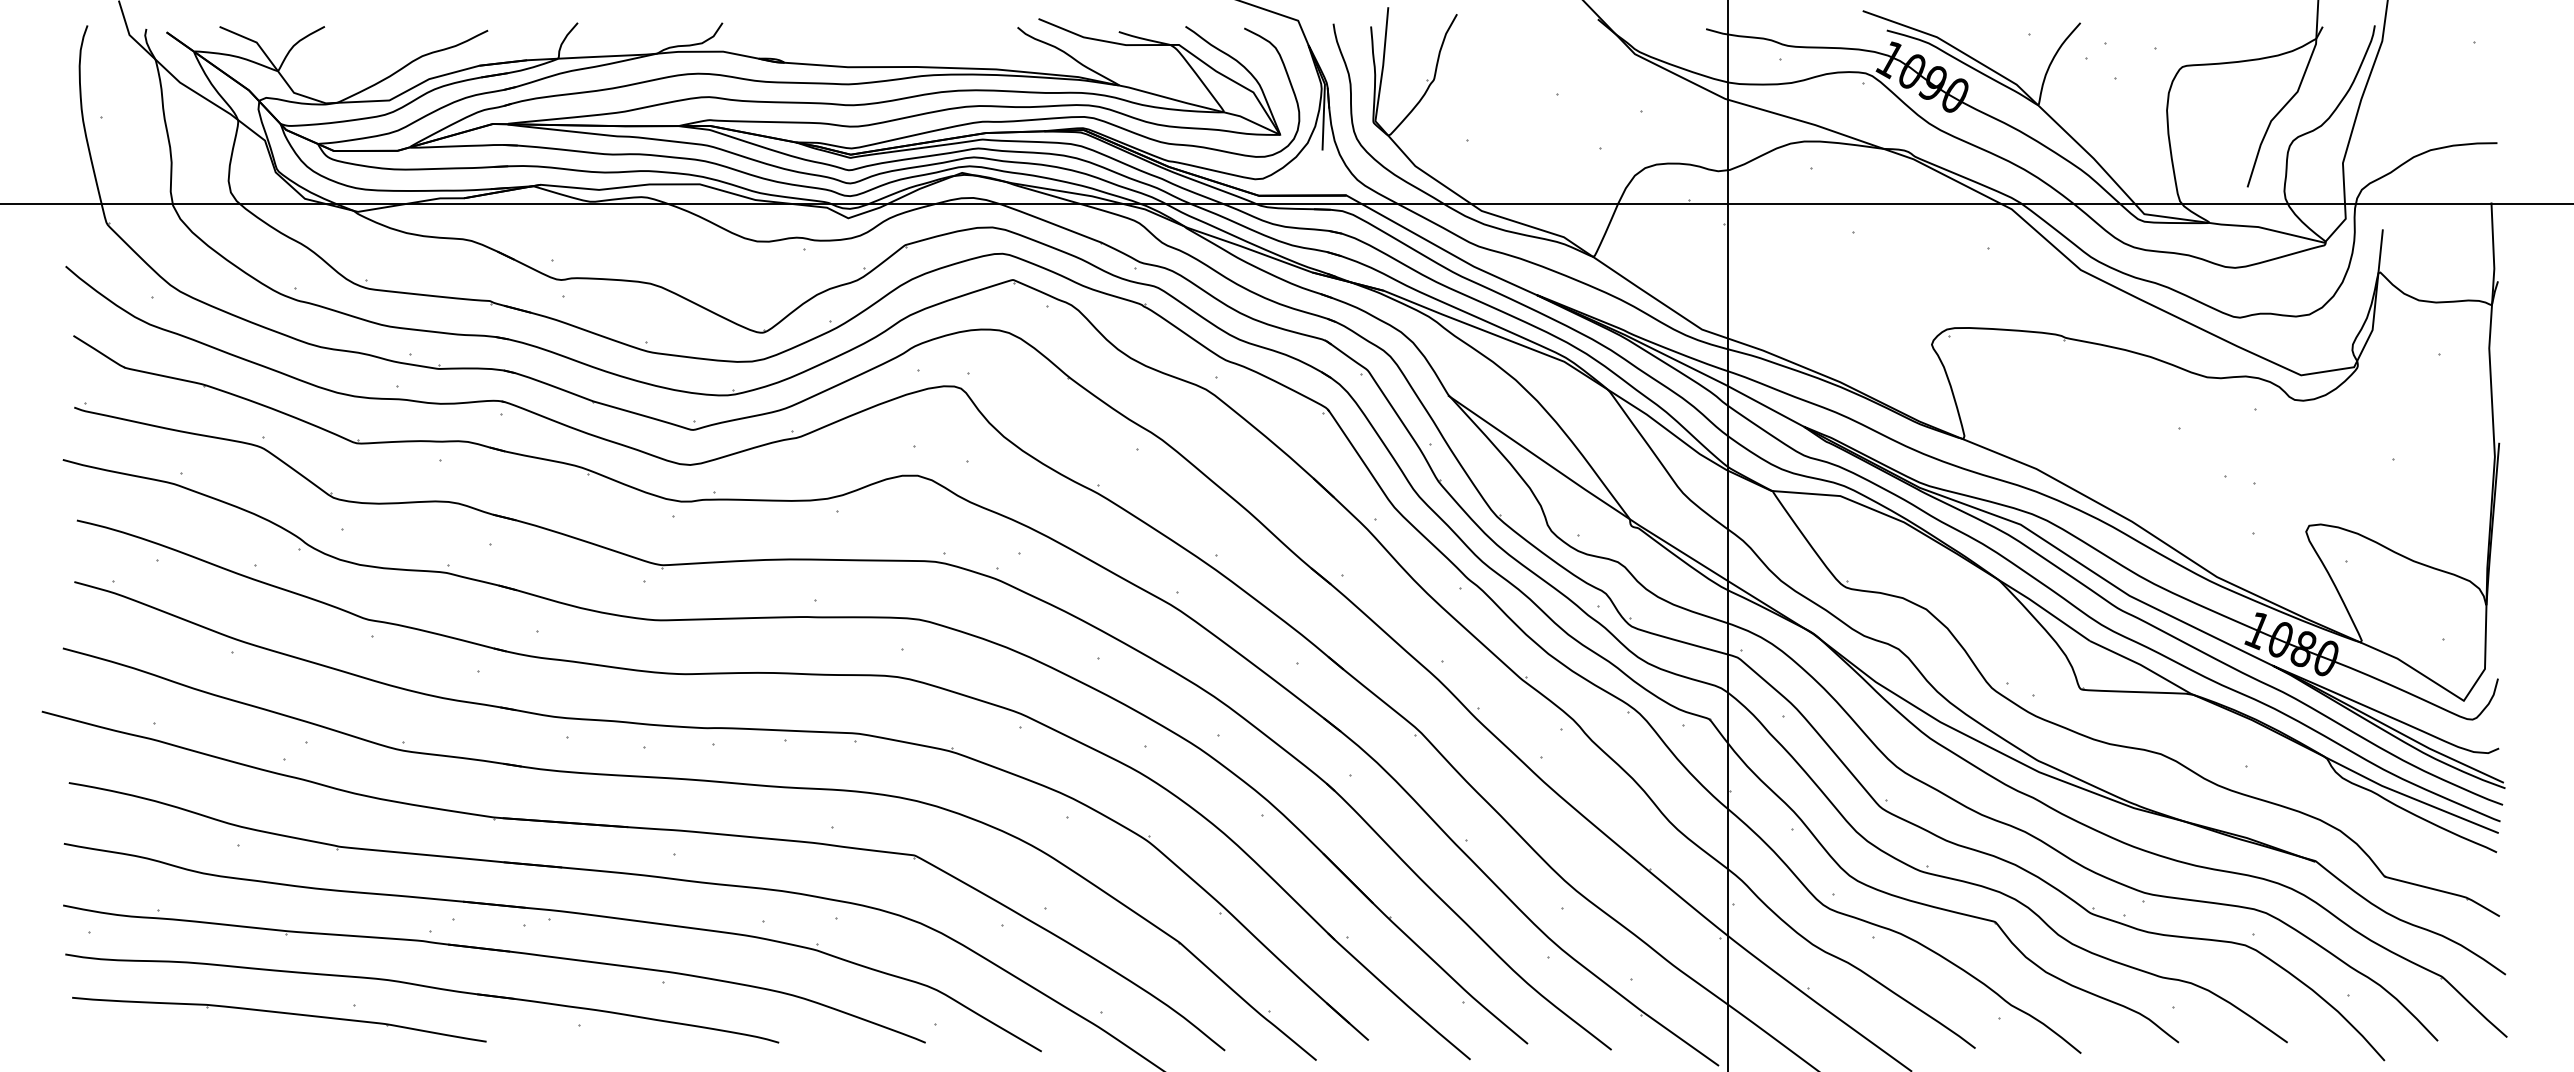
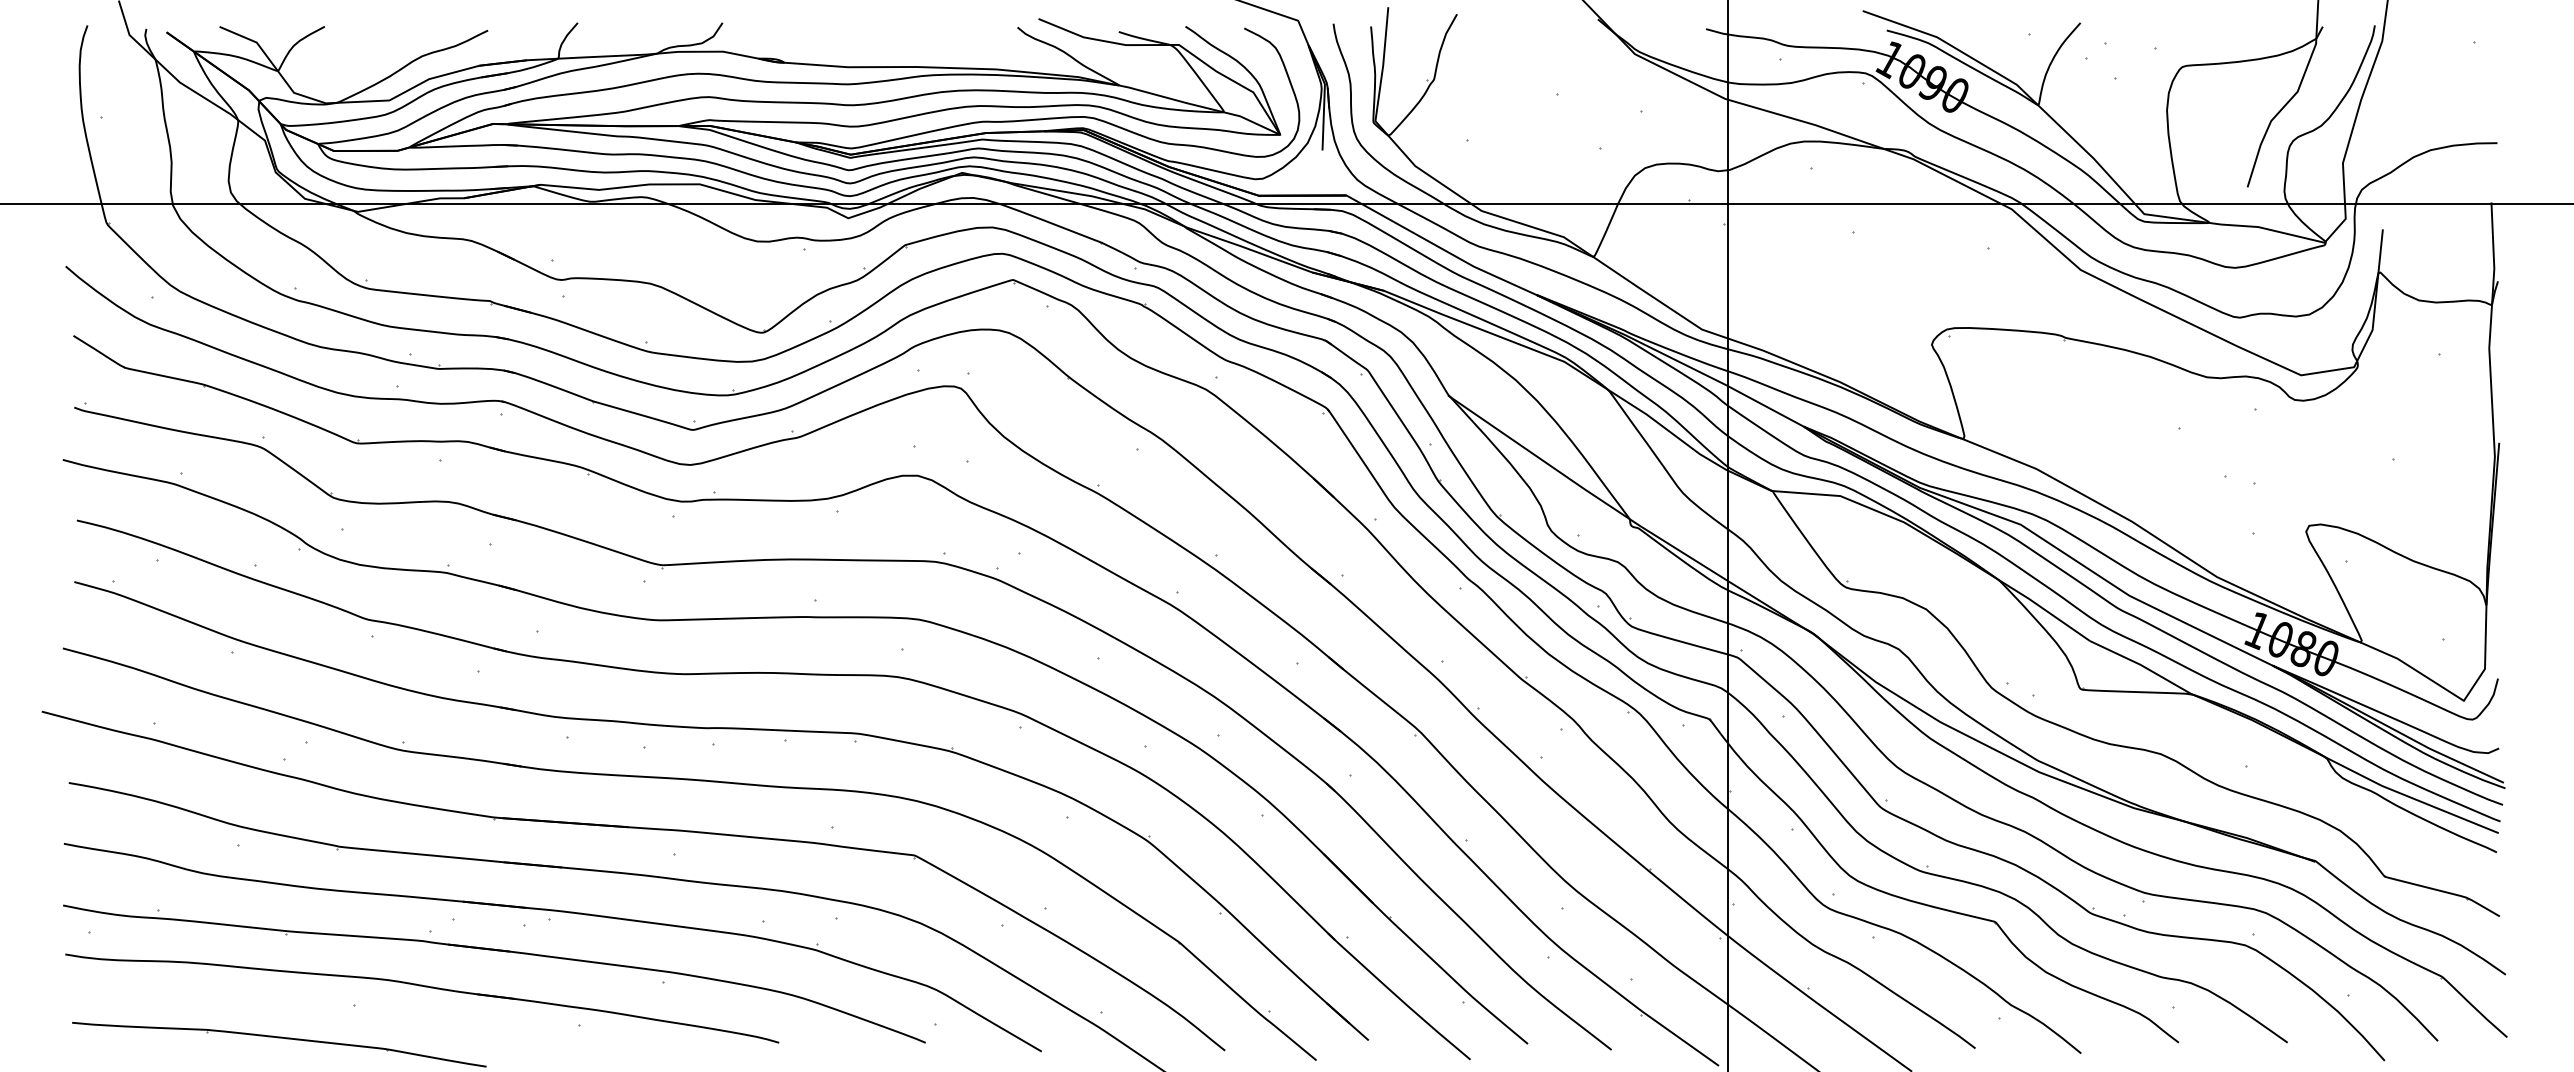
part at (279, 1019) position: (279, 1019) -> (279, 1044)
